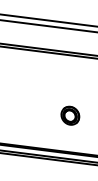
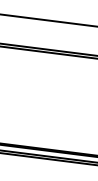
line at (48, 26): present -> none
part at (70, 115): present -> none
